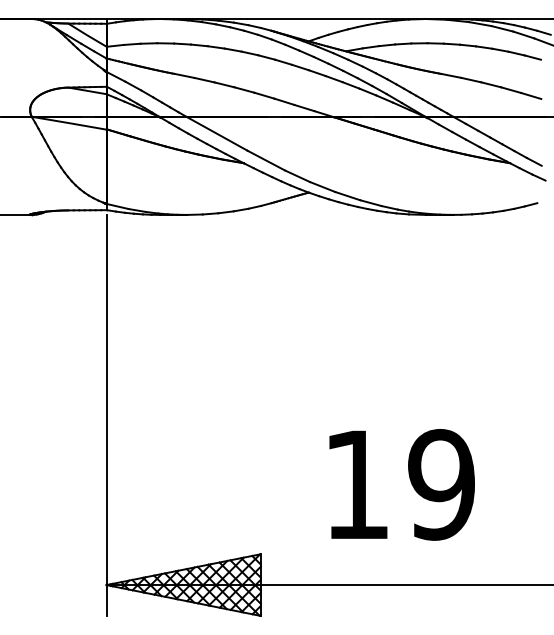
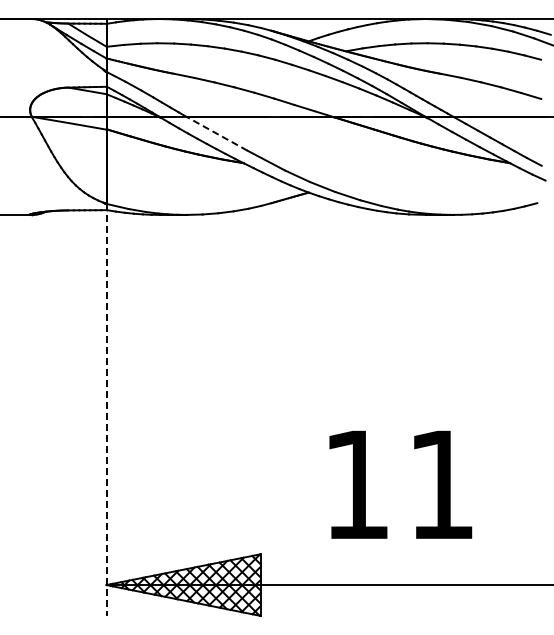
line at (217, 133): solid -> dashed
line at (106, 415): solid -> dashed
text at (441, 484): 19 -> 11
